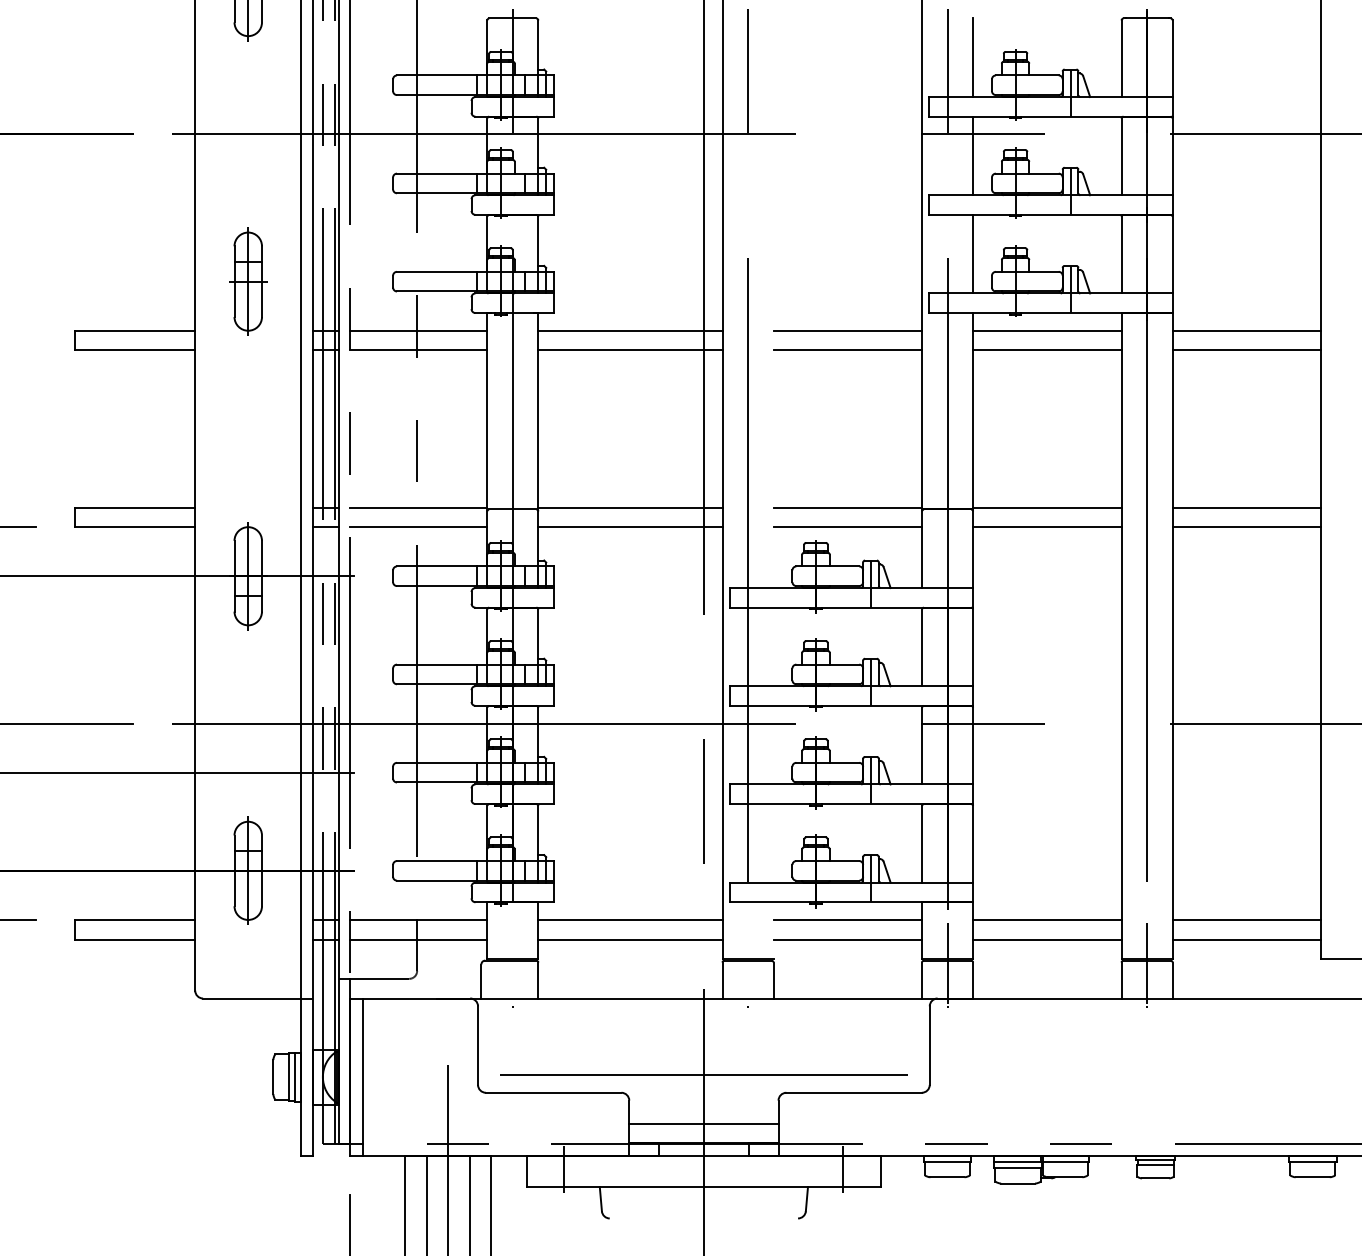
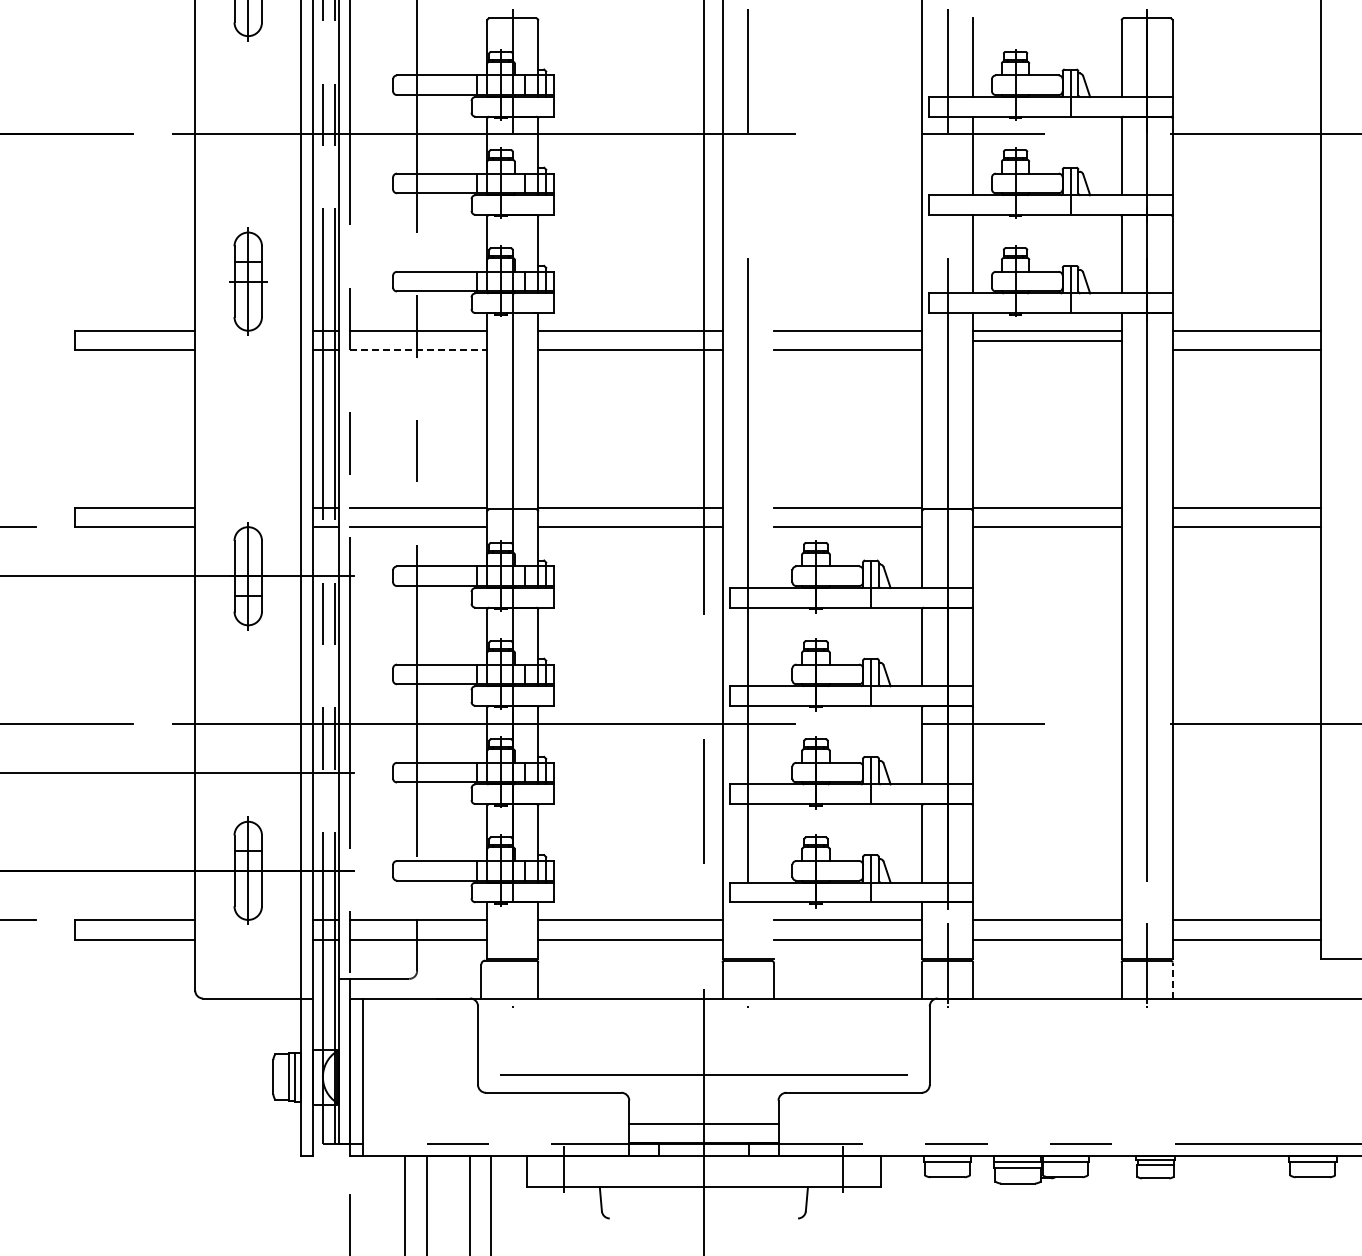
line at (419, 350): solid -> dashed
line at (1047, 350) position: (1047, 350) -> (1047, 341)
line at (1172, 980): solid -> dashed
line at (448, 1158): present -> none
